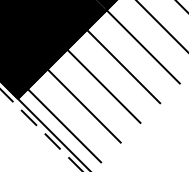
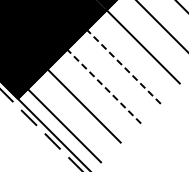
line at (123, 66): solid -> dashed
line at (103, 86): solid -> dashed
